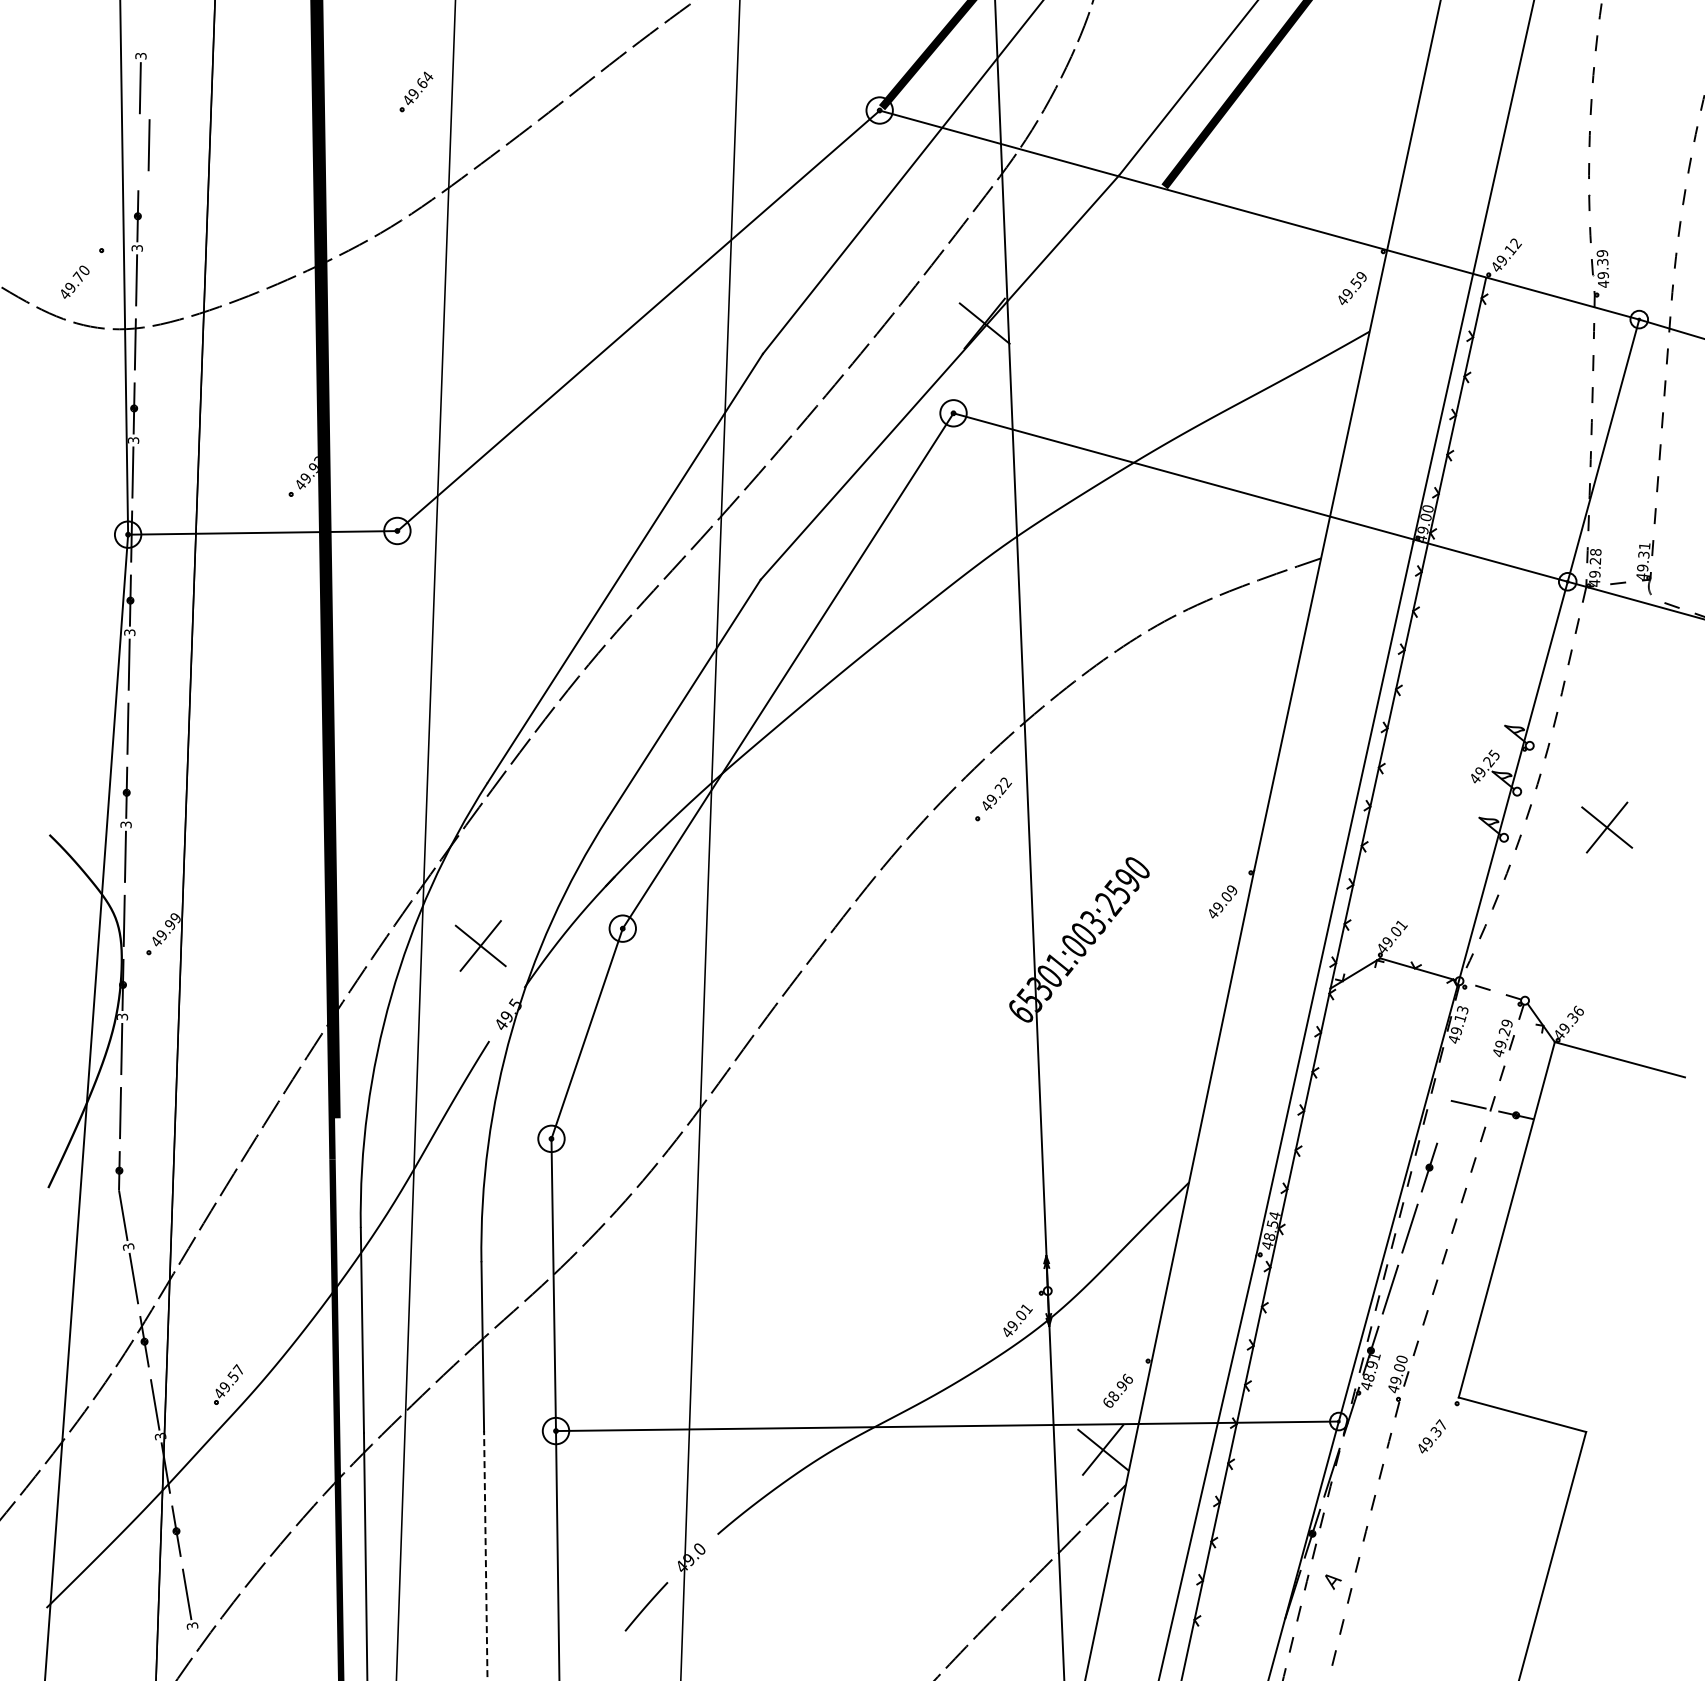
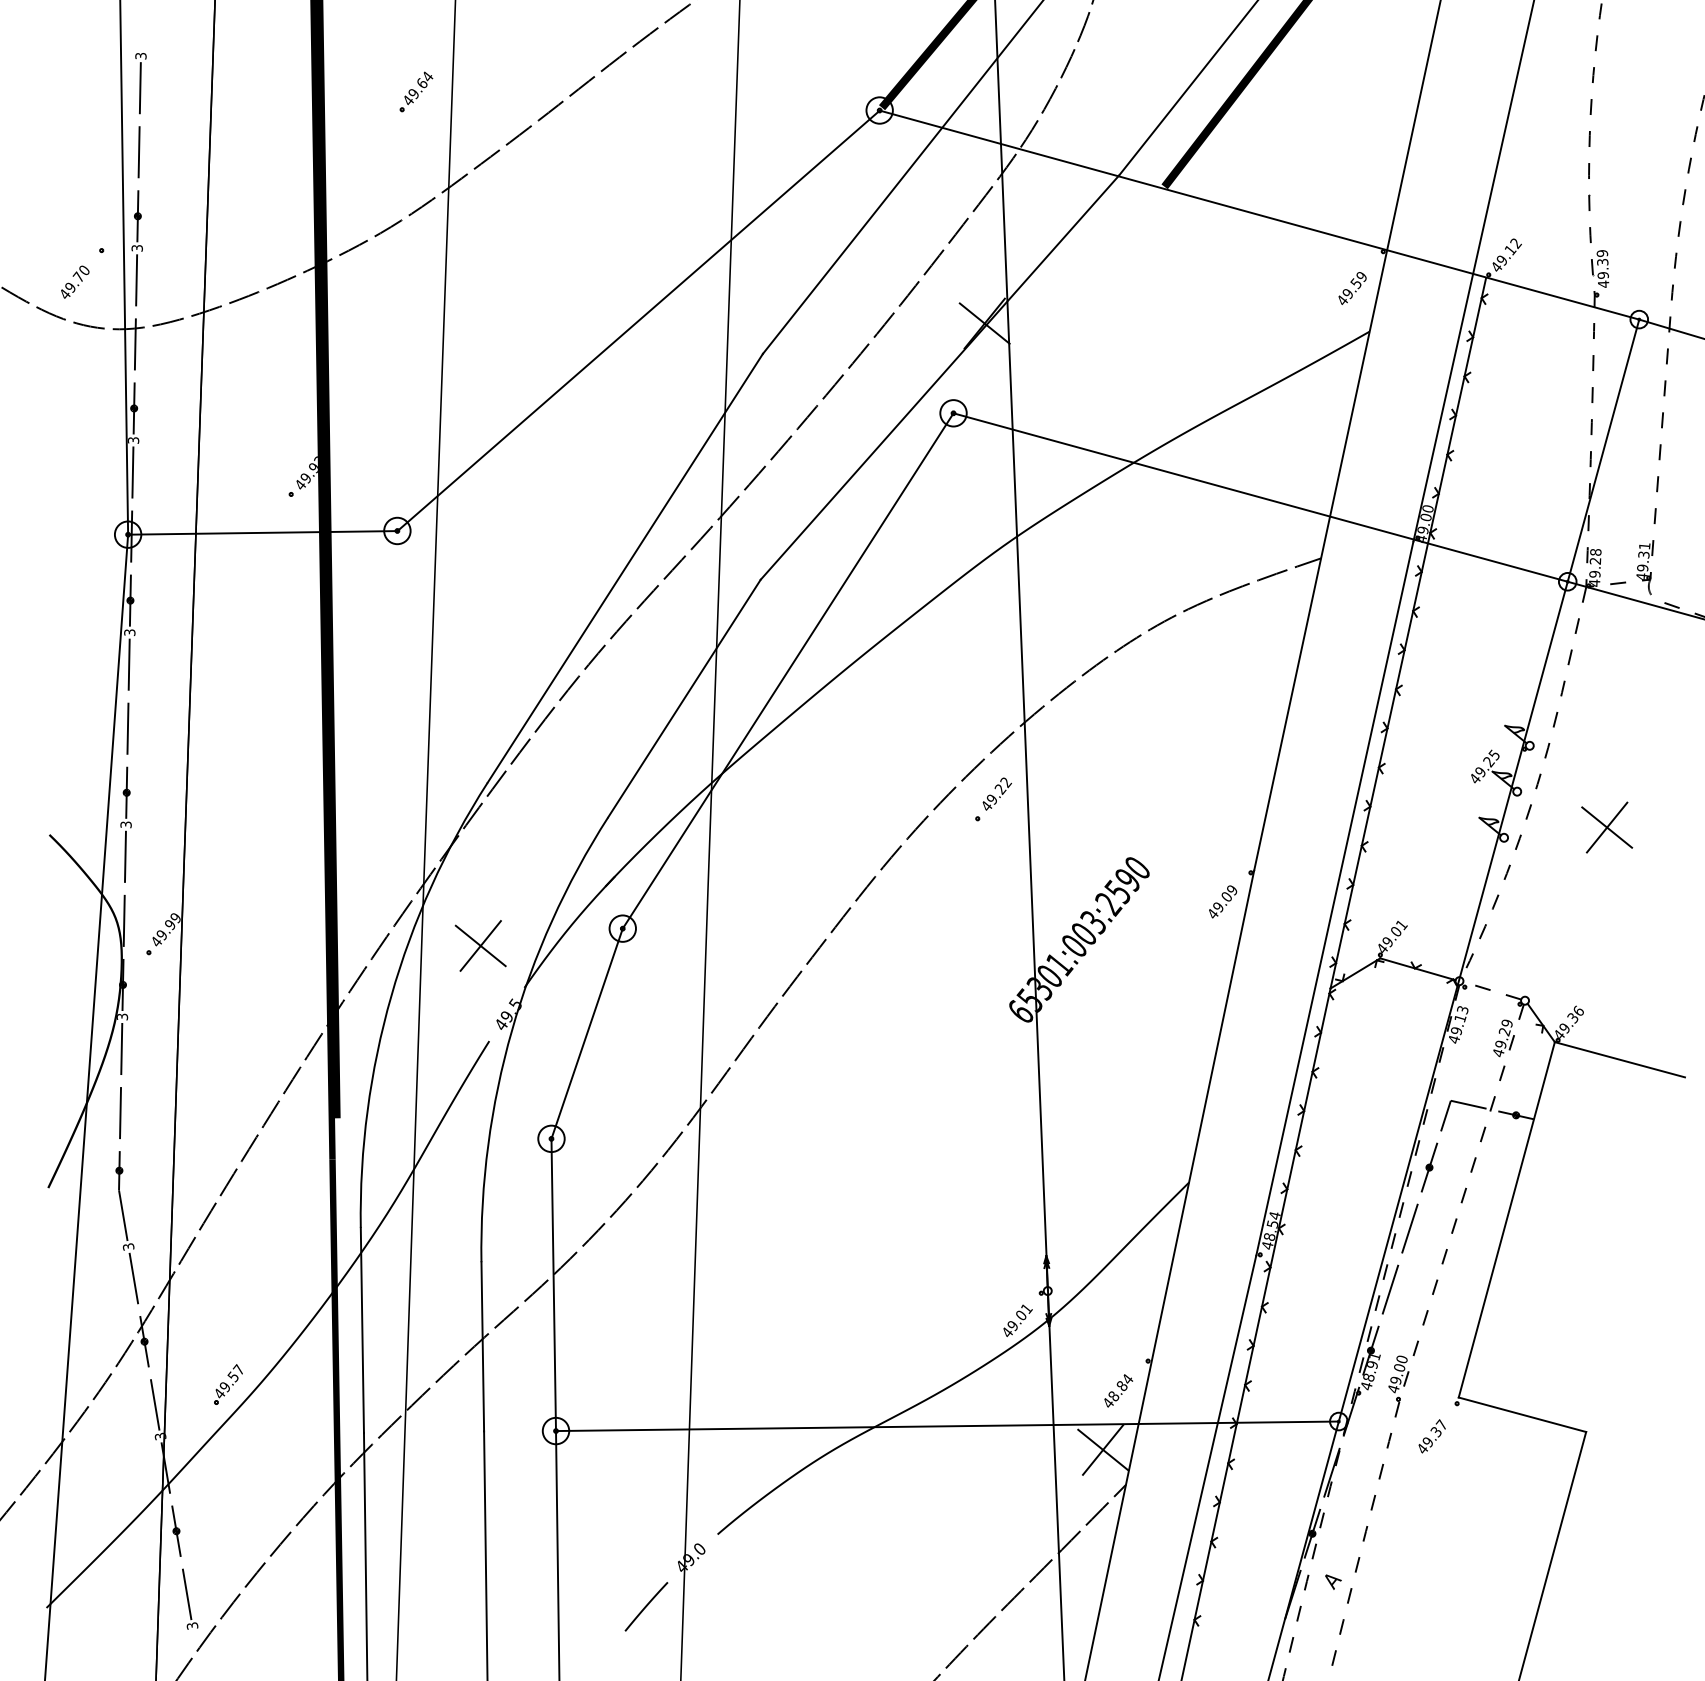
line at (148, 145) position: (148, 145) -> (138, 152)
line at (1445, 1115): none -> present
text at (1118, 1390): 68.96 -> 48.84
line at (485, 1555): dashed -> solid
